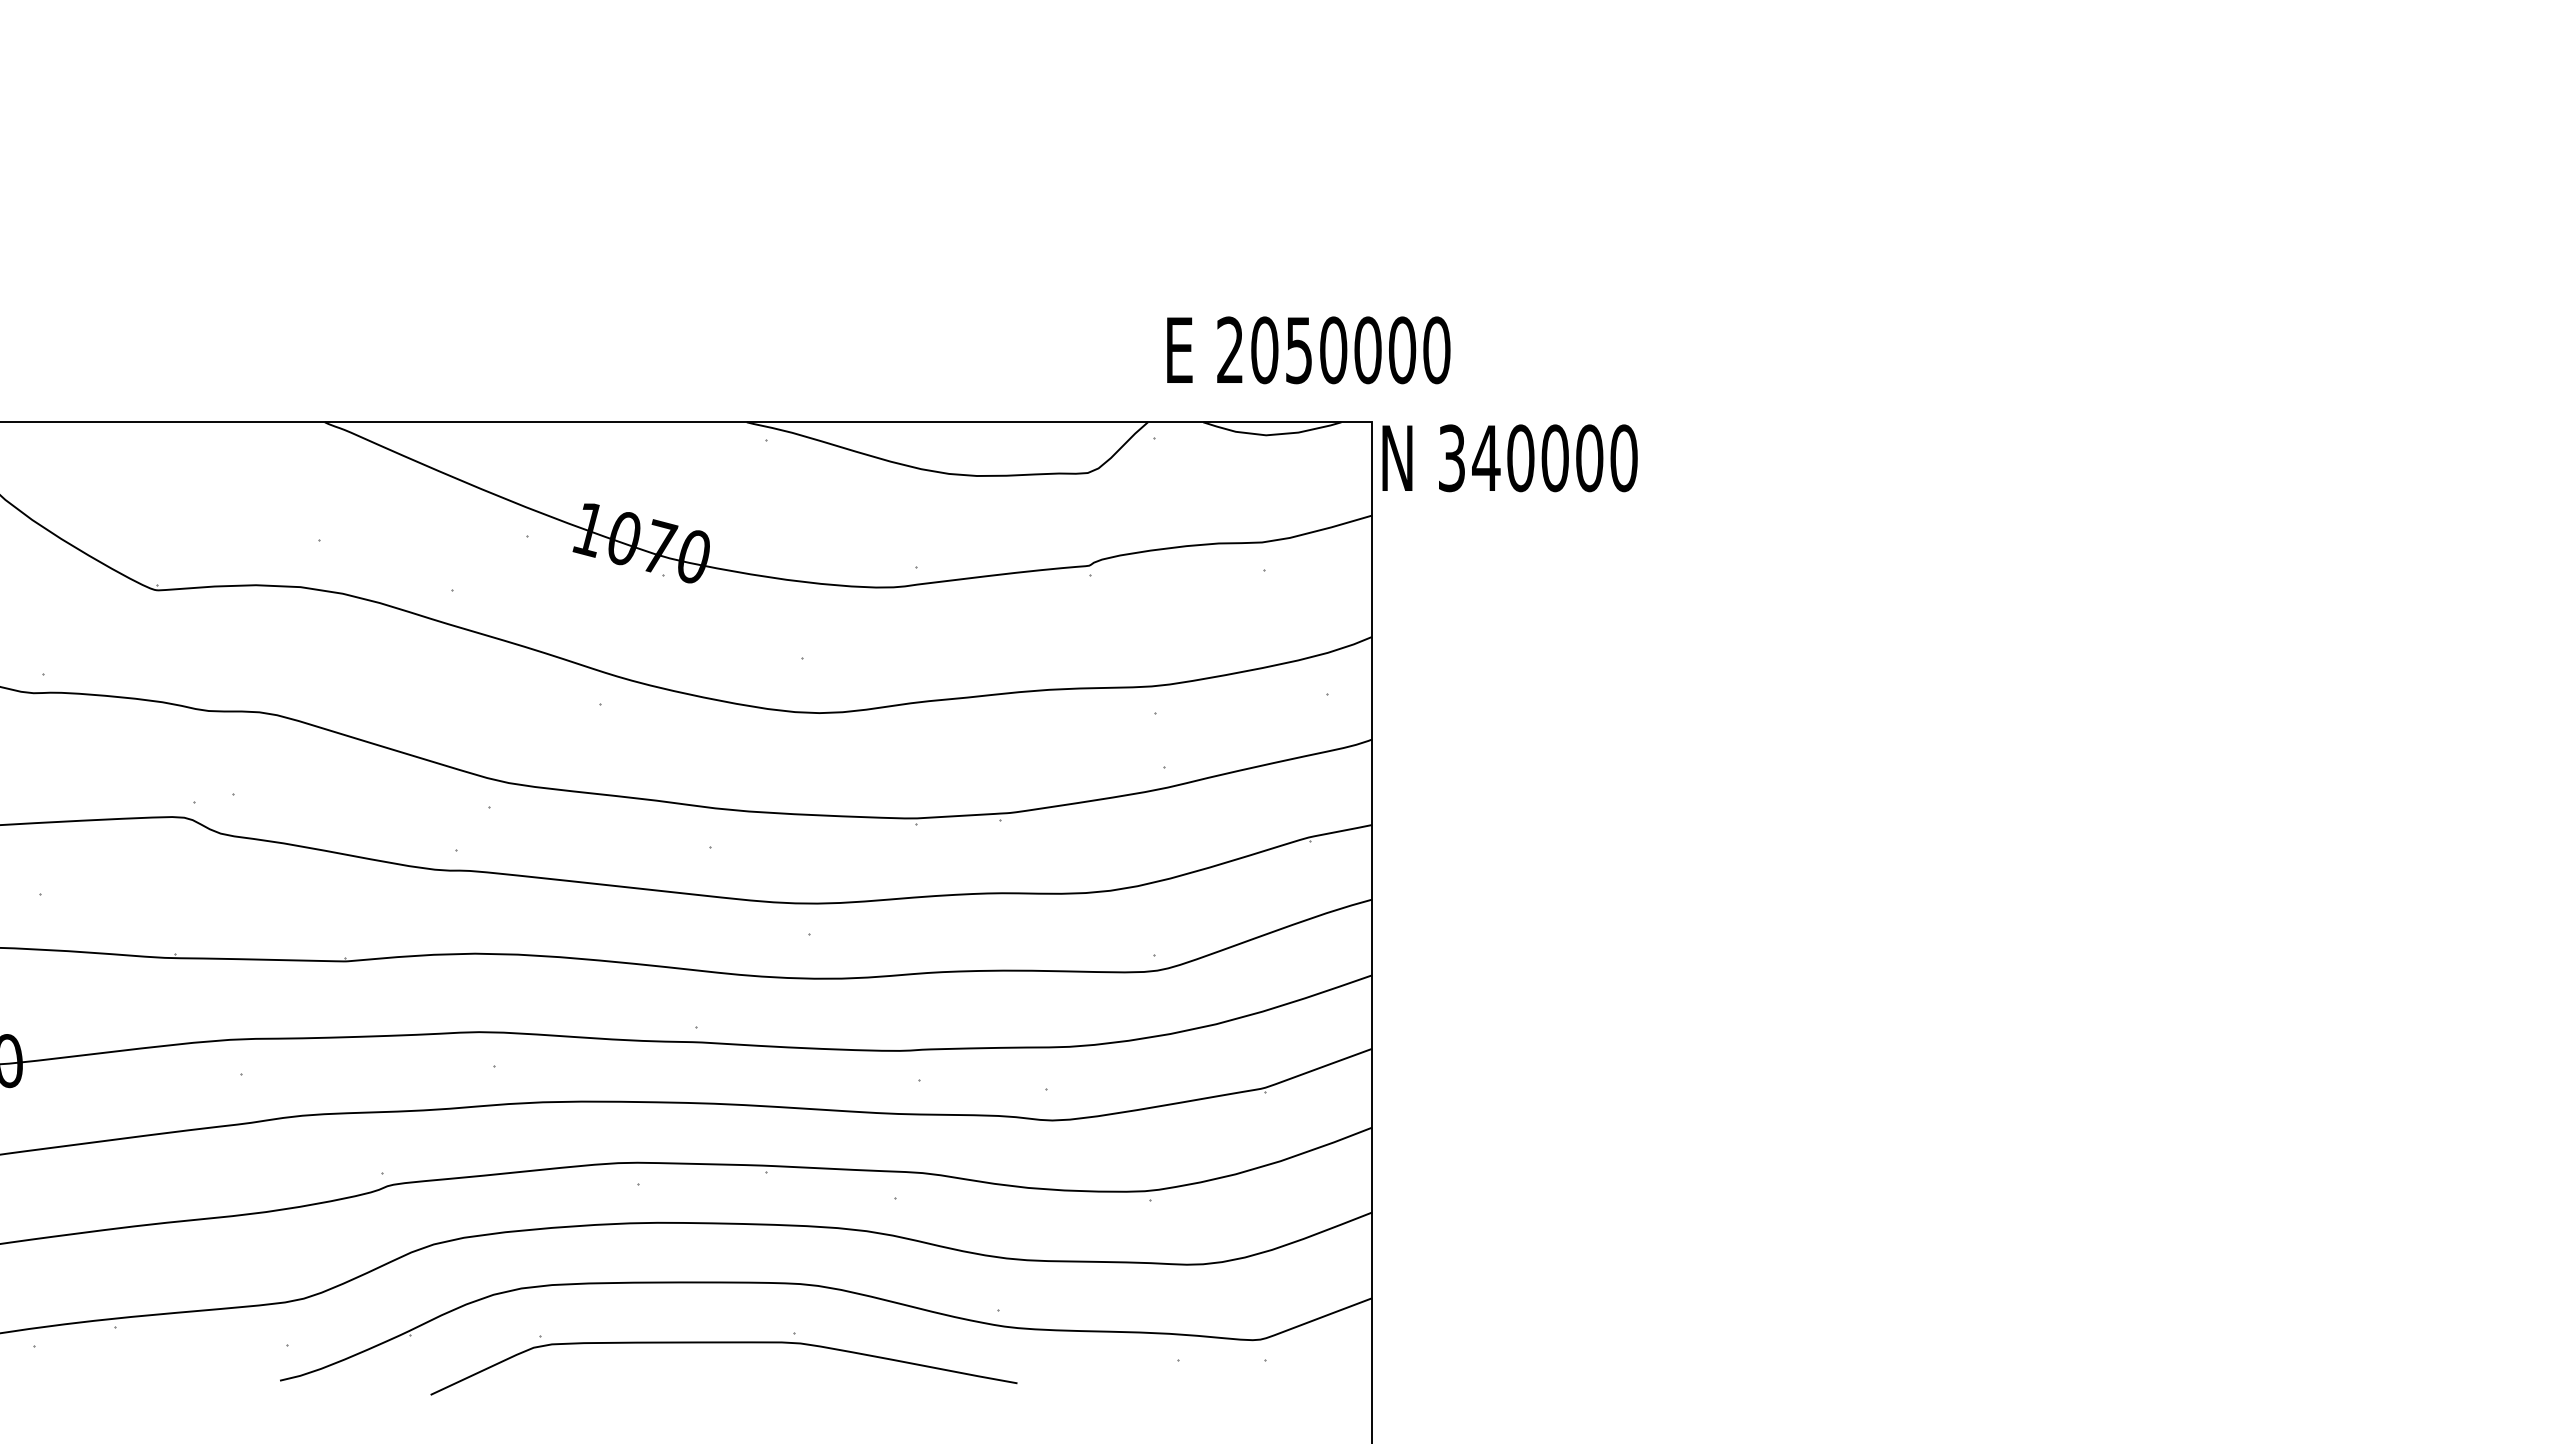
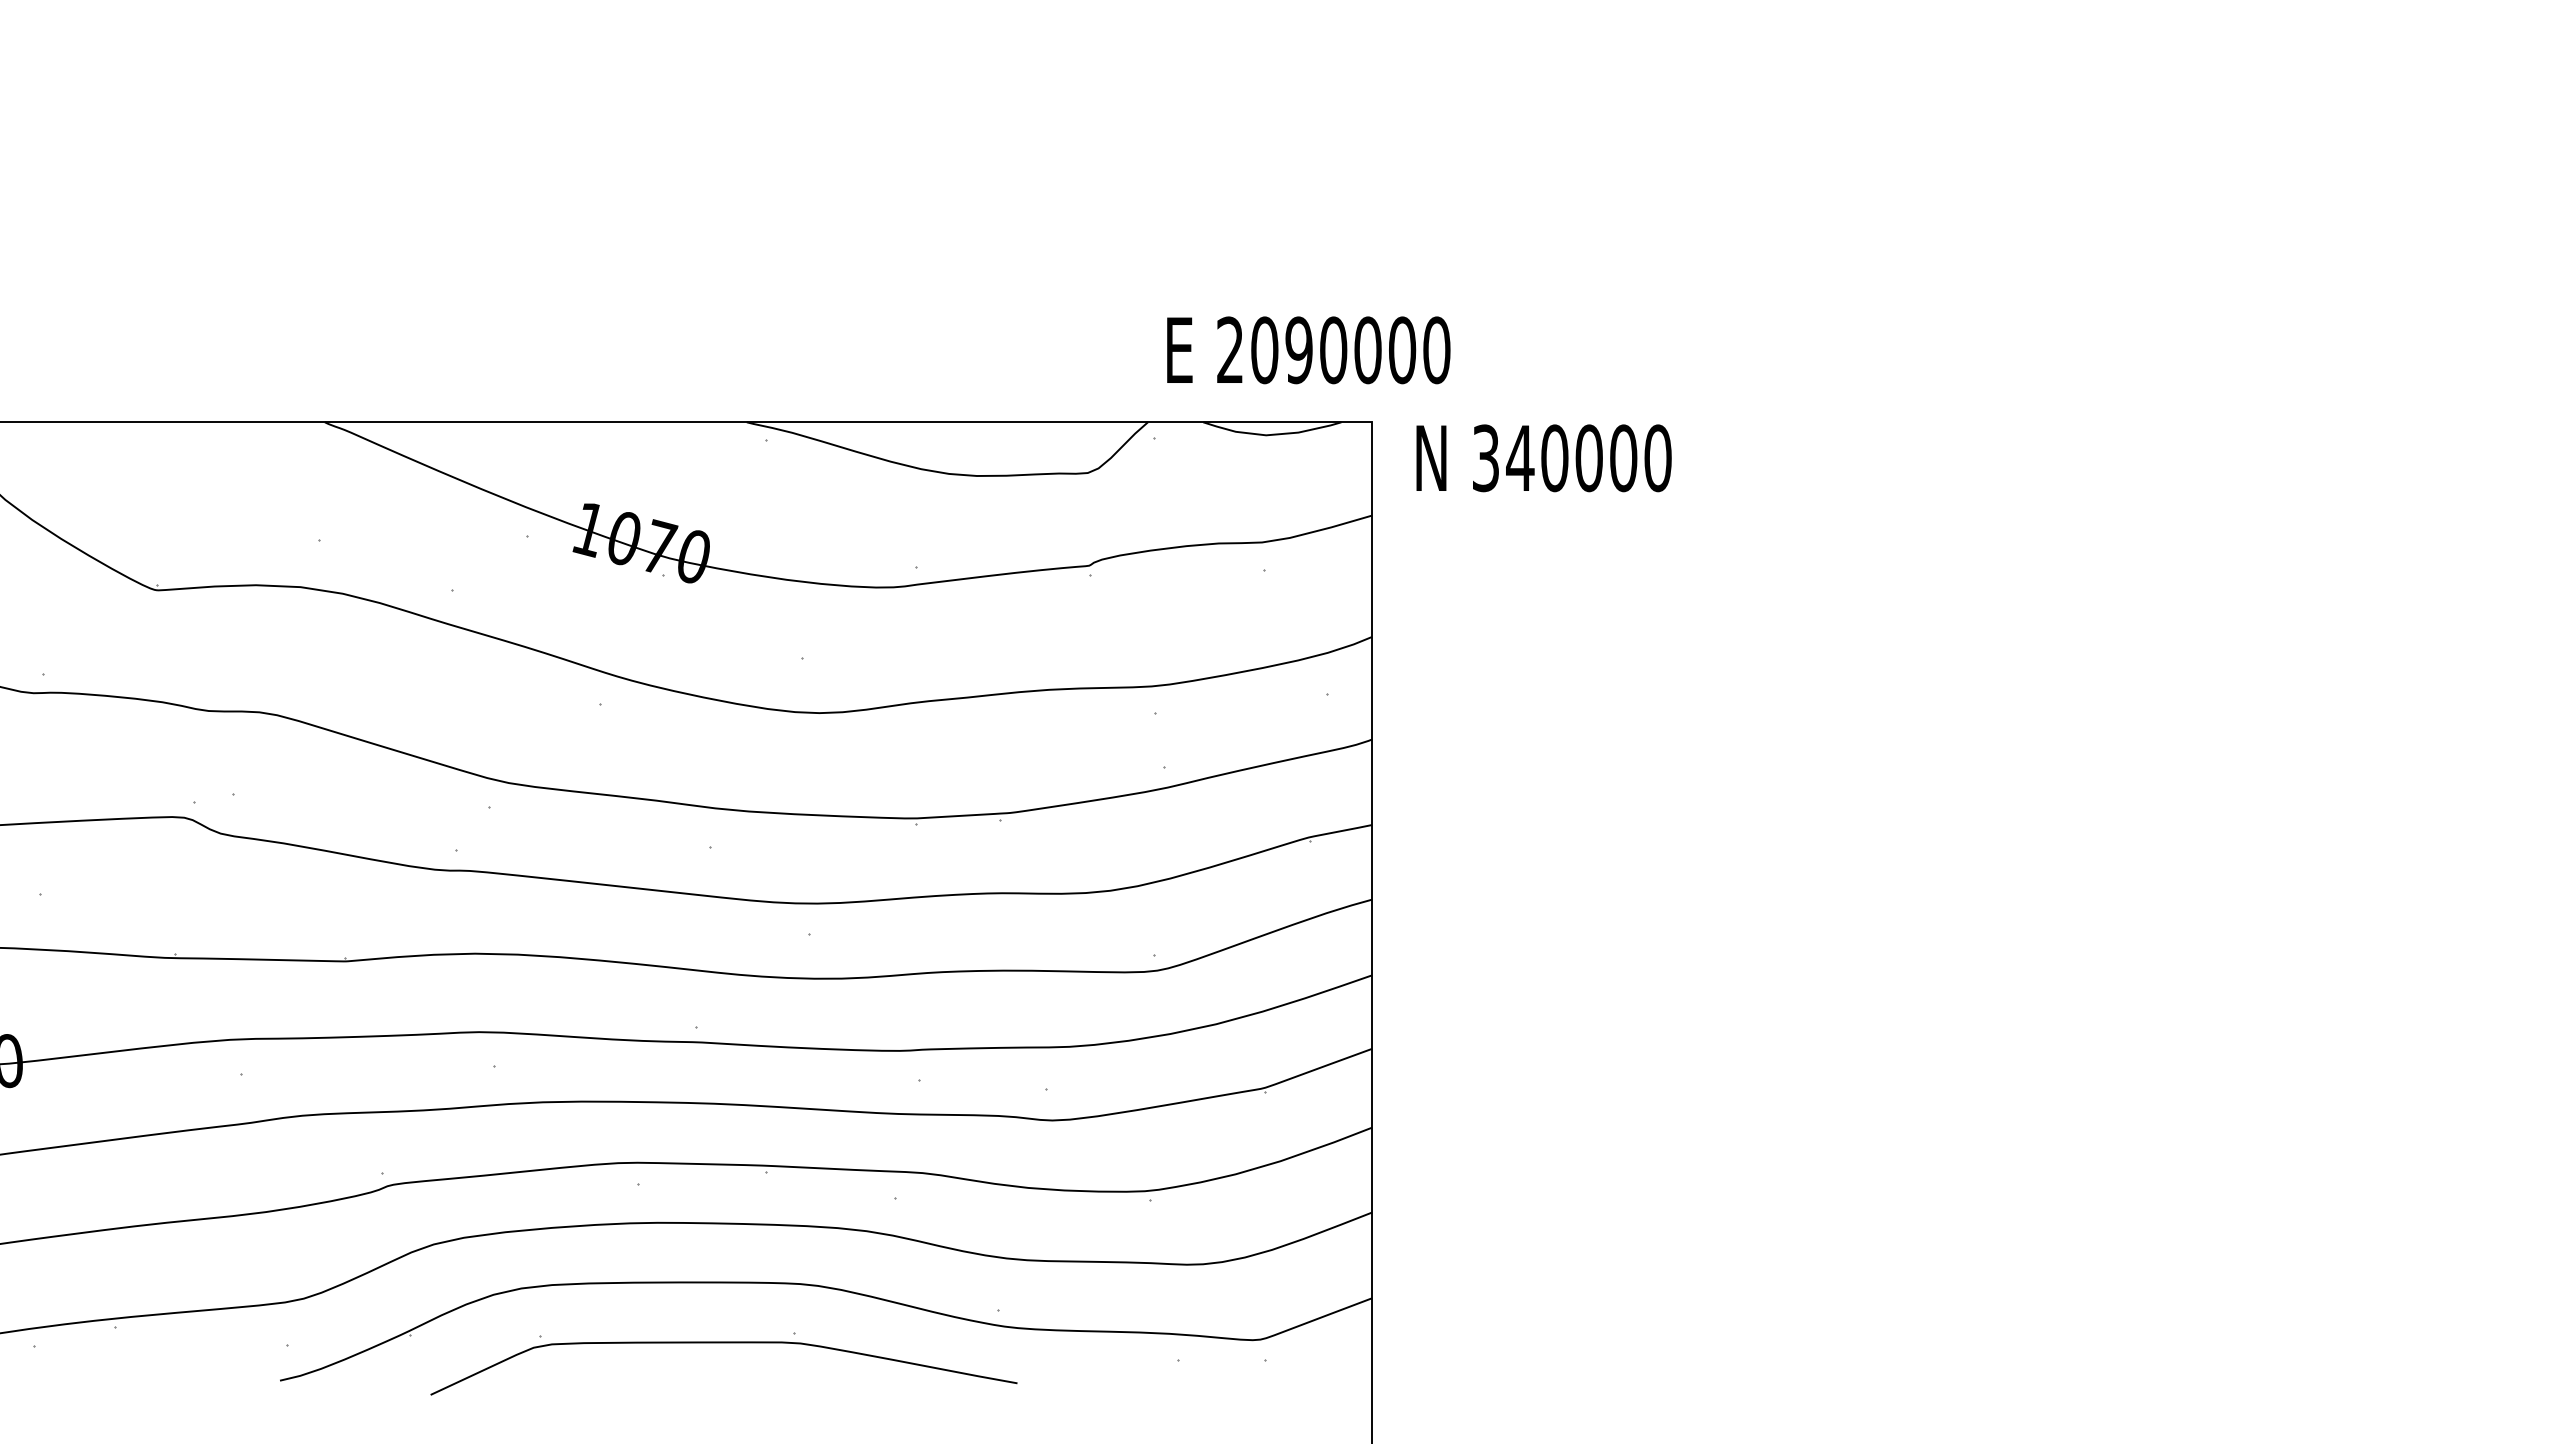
text at (1298, 350): 2050000 -> 2090000
text at (1509, 458) position: (1509, 458) -> (1543, 458)
